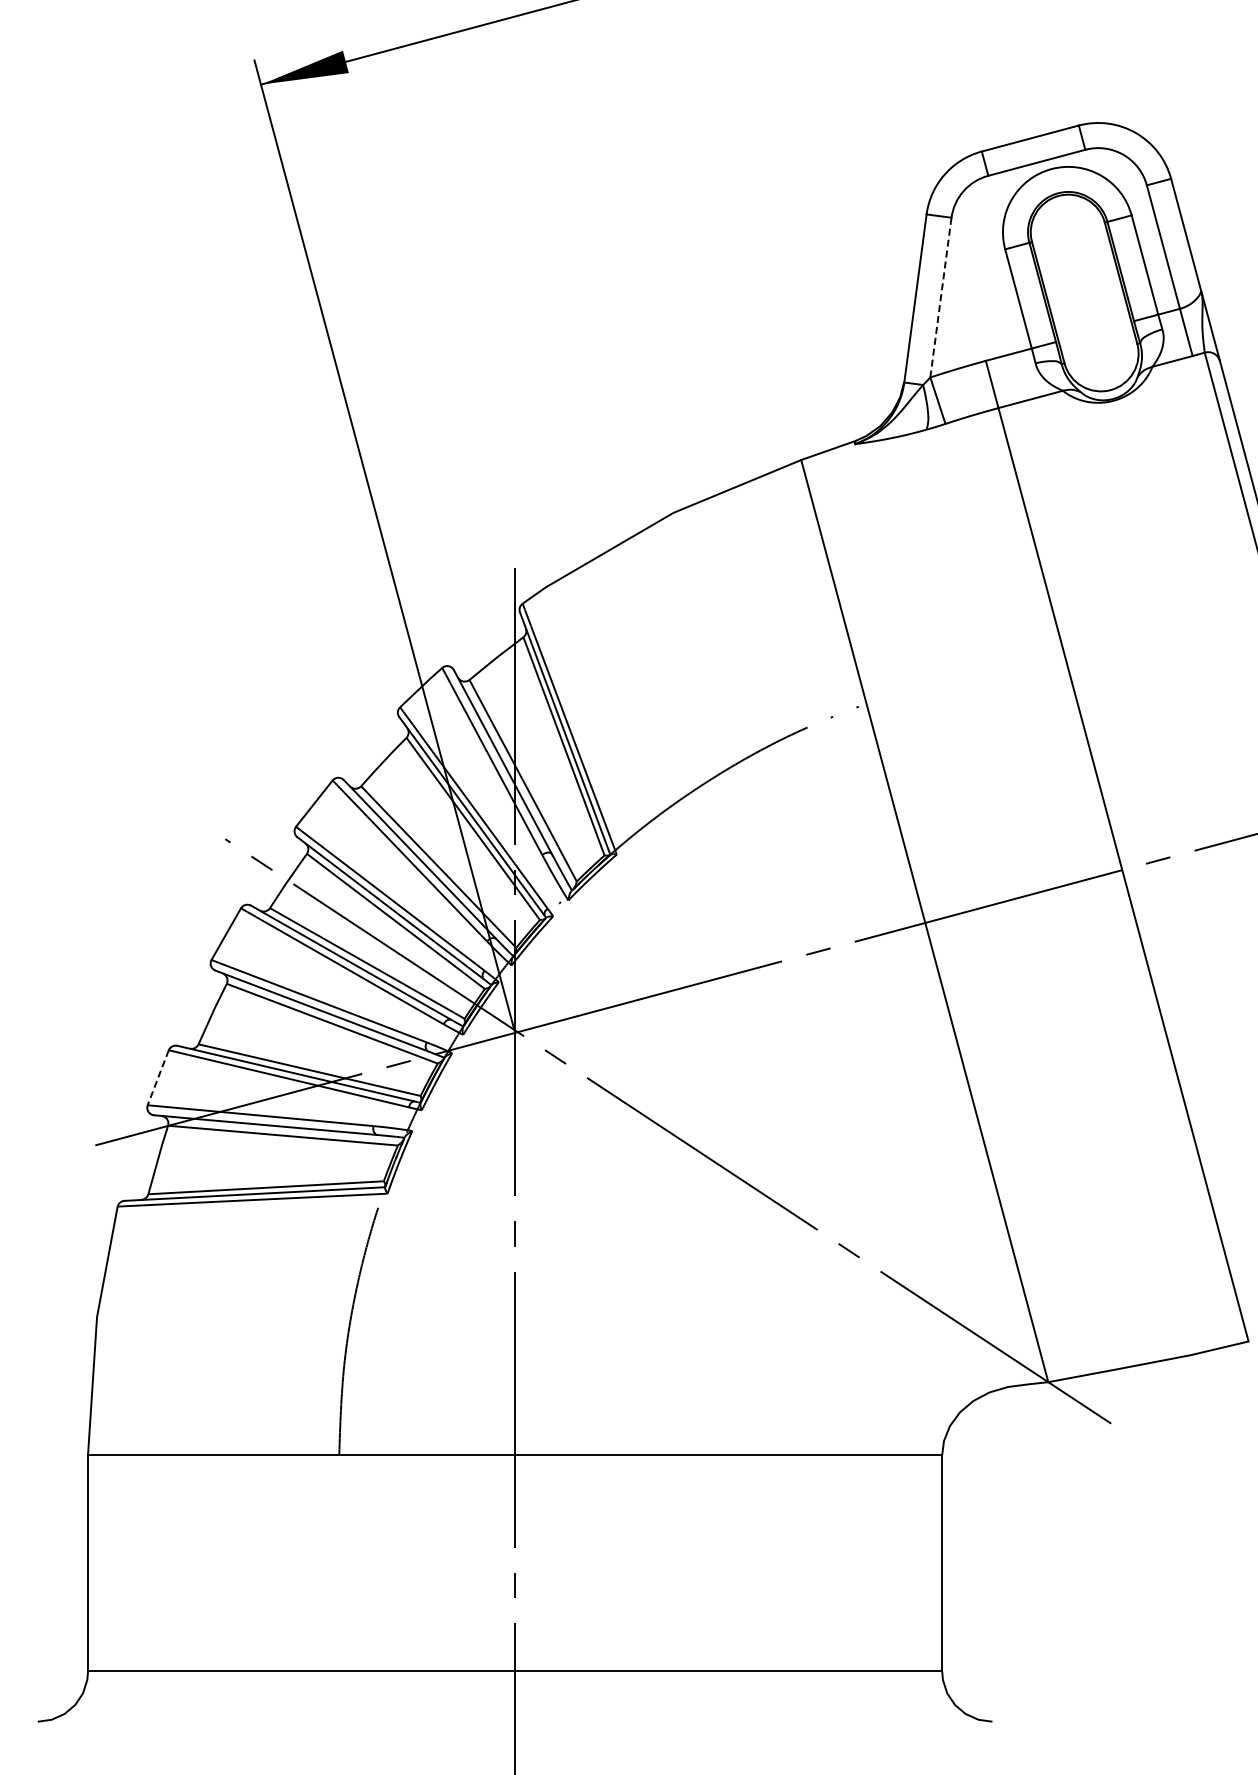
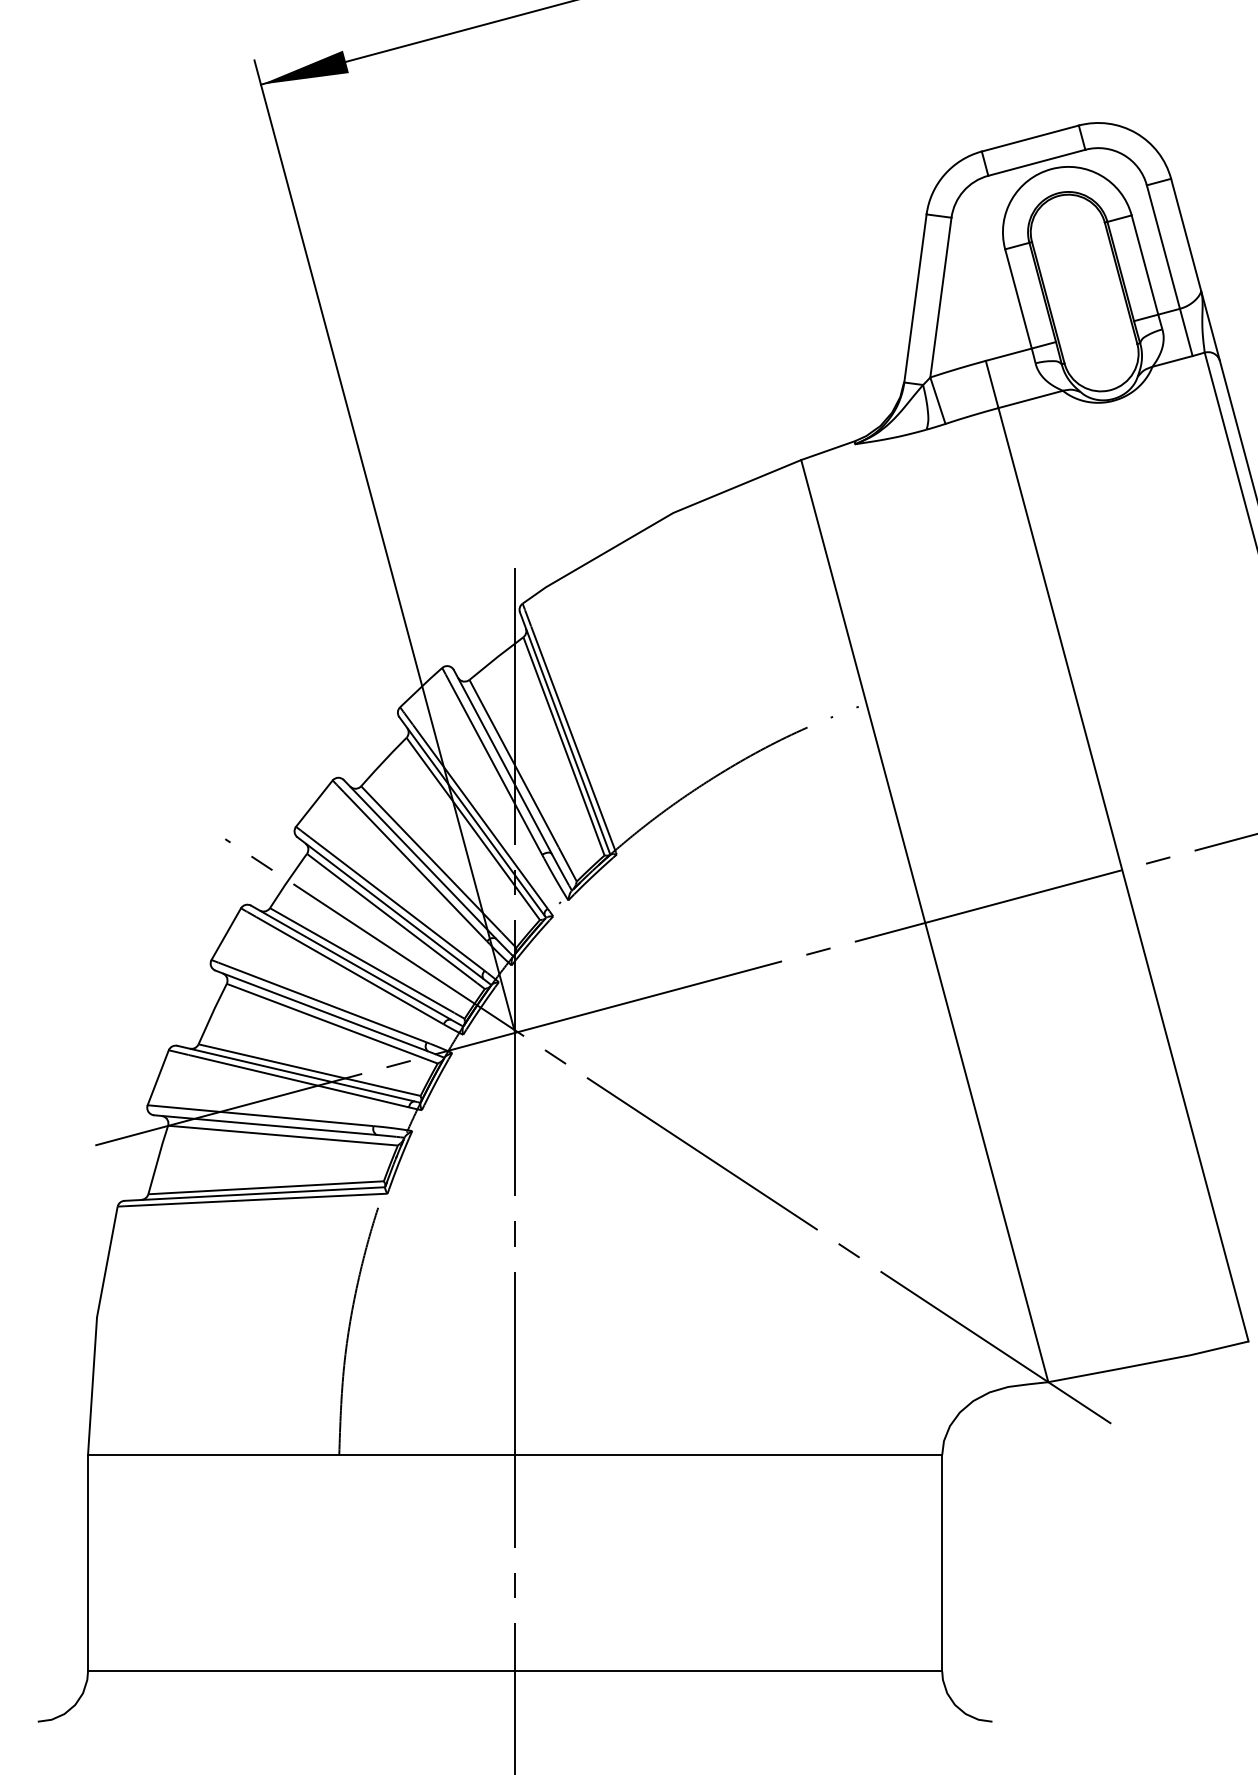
line at (940, 297): dashed -> solid
line at (158, 1078): dashed -> solid
